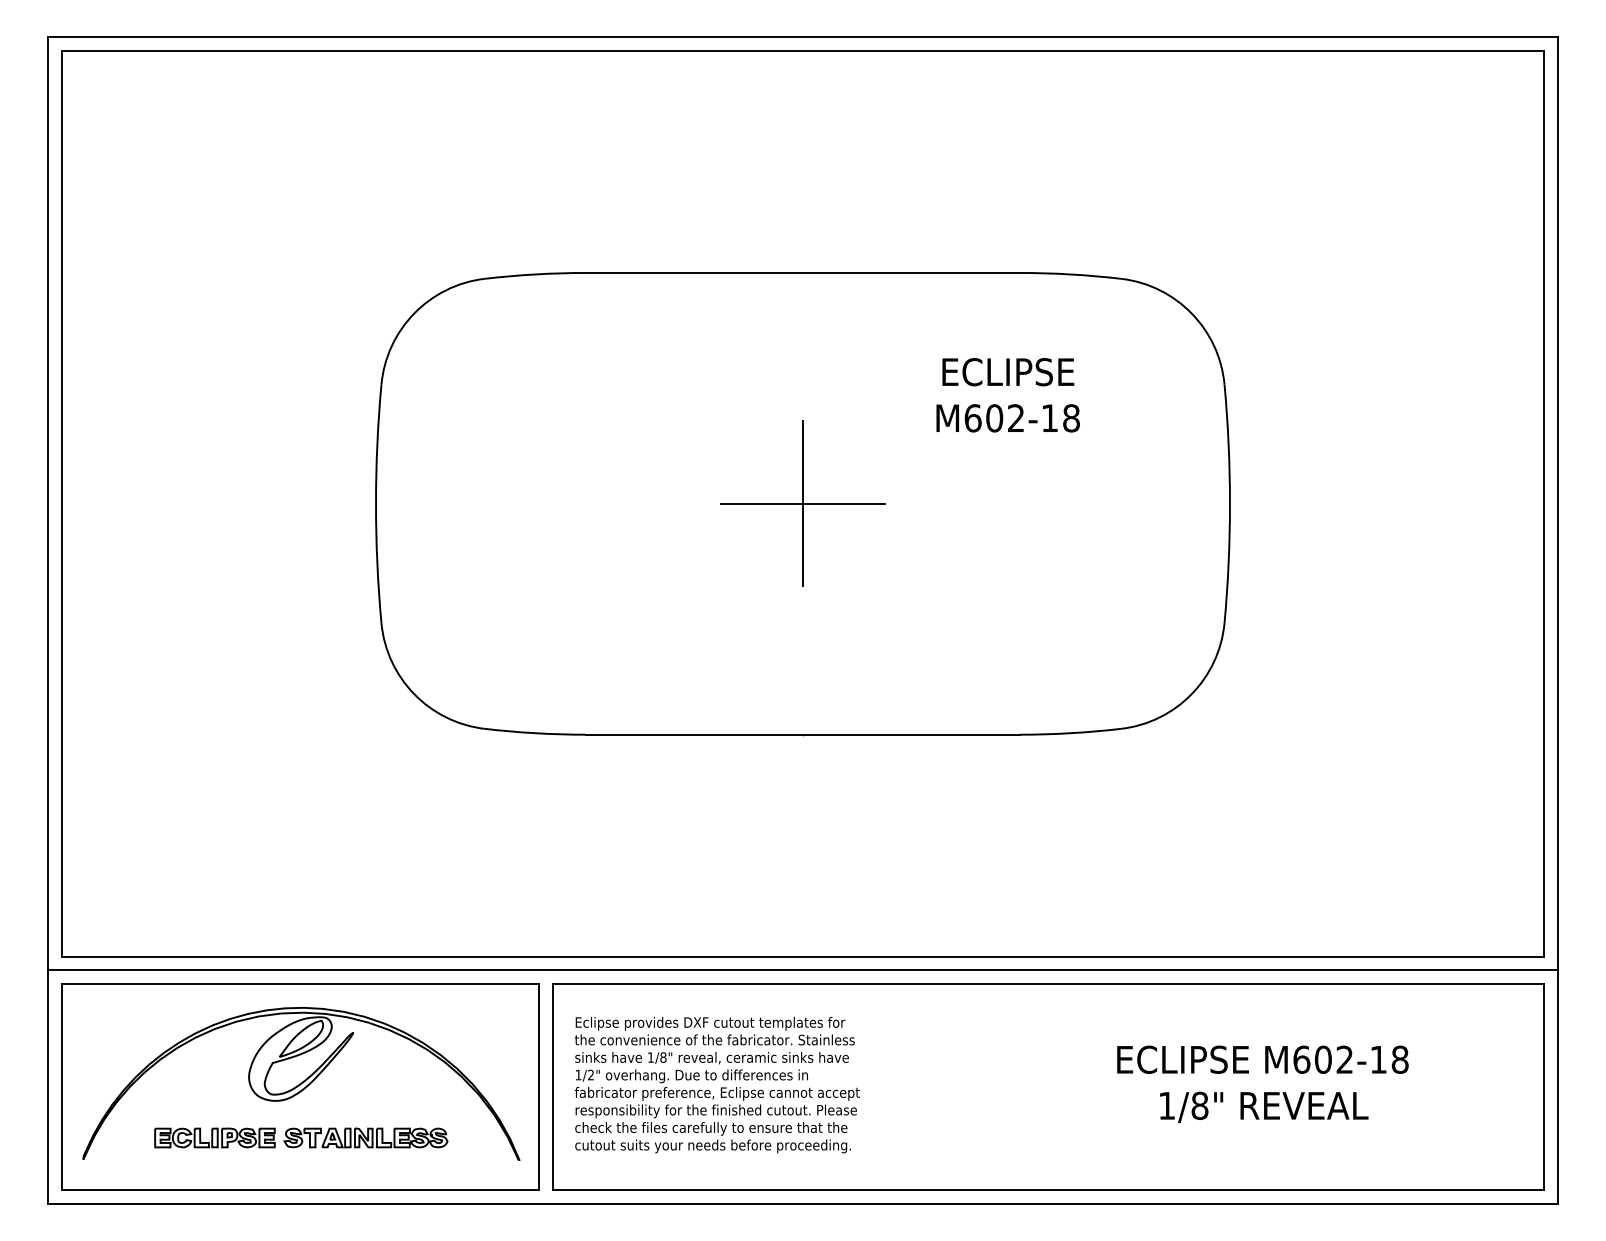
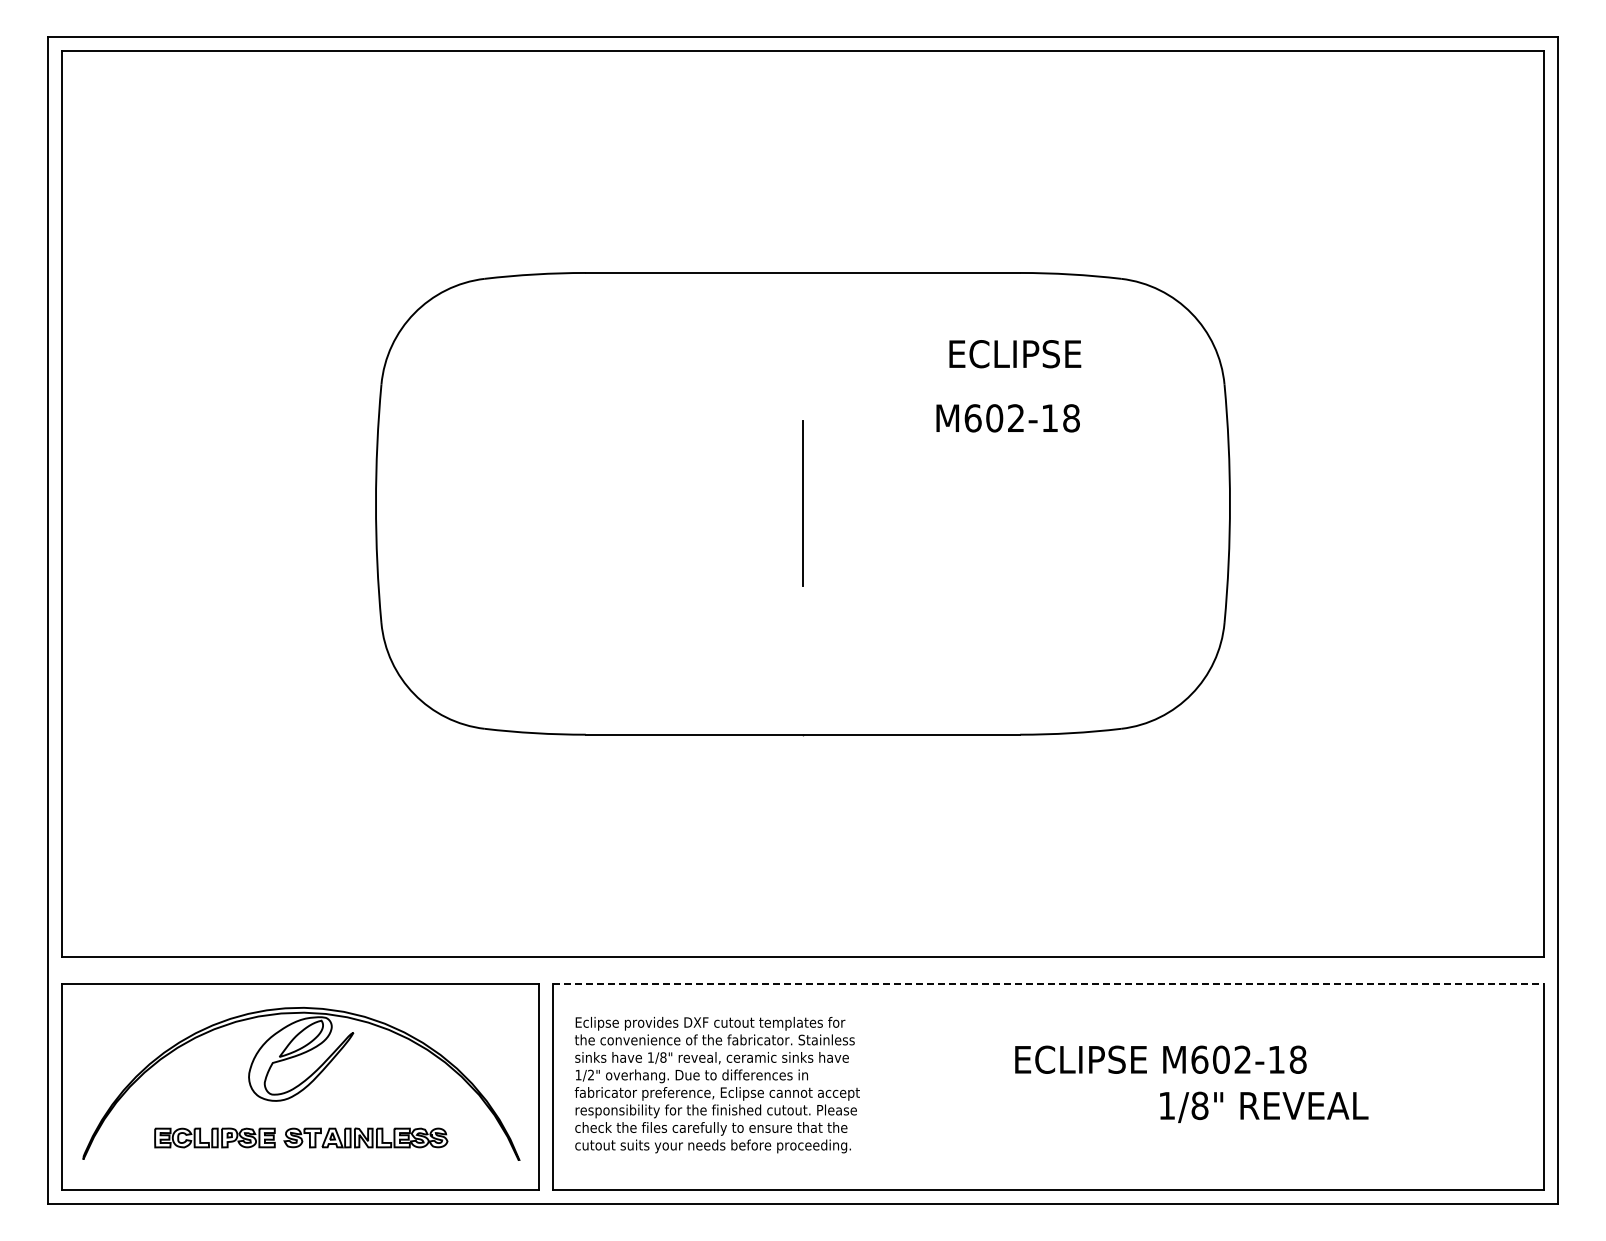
text at (1008, 372) position: (1008, 372) -> (1015, 354)
line at (802, 503): present -> none
line at (802, 970): present -> none
line at (1048, 984): solid -> dashed
text at (1262, 1059) position: (1262, 1059) -> (1160, 1059)
